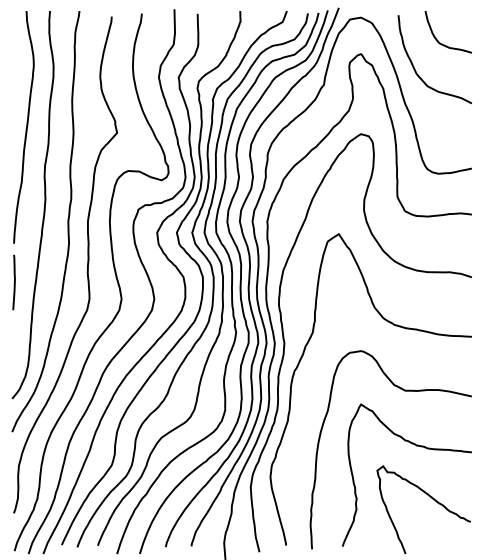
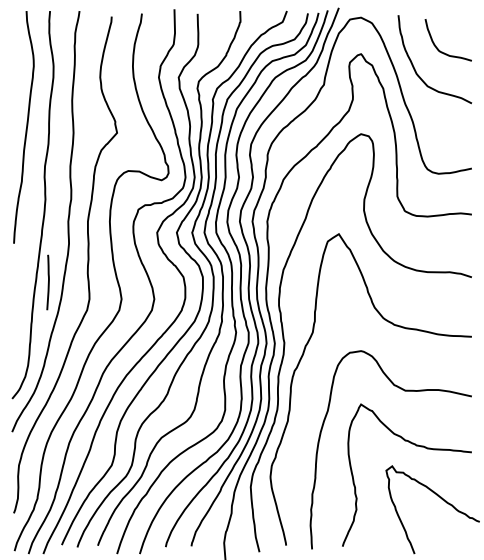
curve at (438, 40) position: (438, 40) -> (438, 48)
line at (14, 282) position: (14, 282) -> (48, 282)
curve at (432, 499) position: (432, 499) -> (441, 499)
